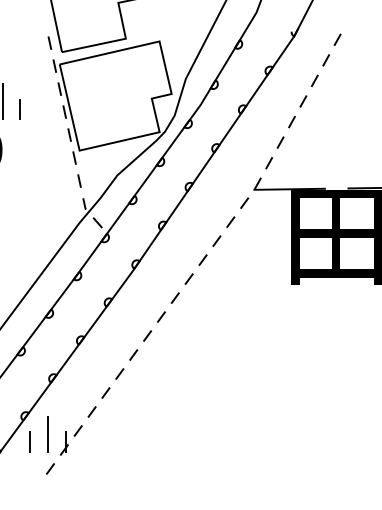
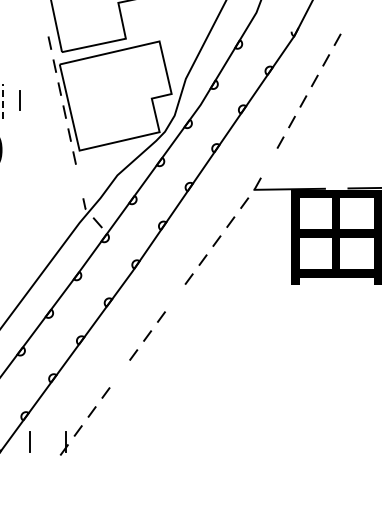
line at (2, 101): solid -> dashed
line at (19, 109) position: (19, 109) -> (19, 100)
line at (269, 163): present -> none
line at (79, 180): present -> none
line at (174, 297): present -> none
line at (119, 373): present -> none
line at (48, 433): present -> none
line at (50, 468): present -> none
